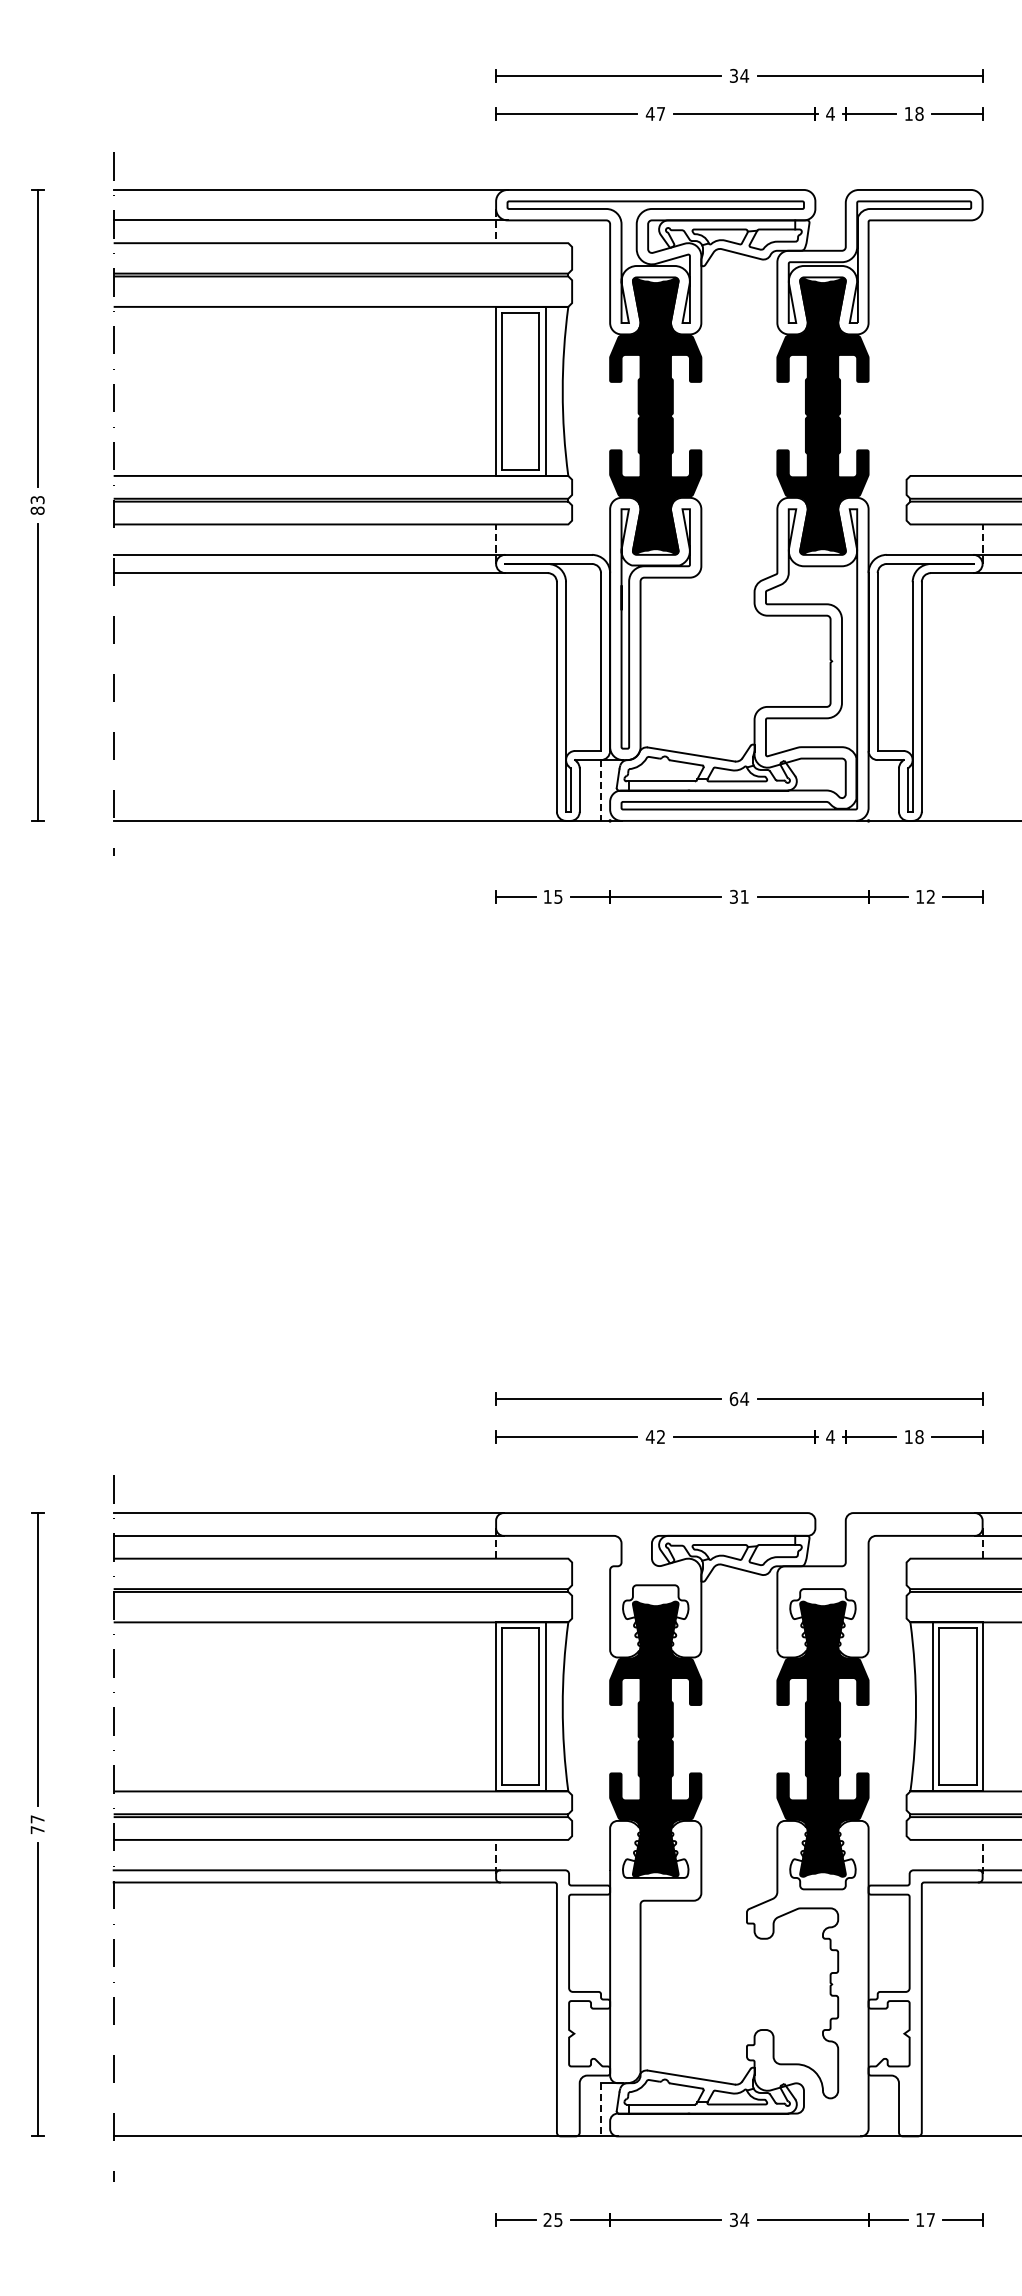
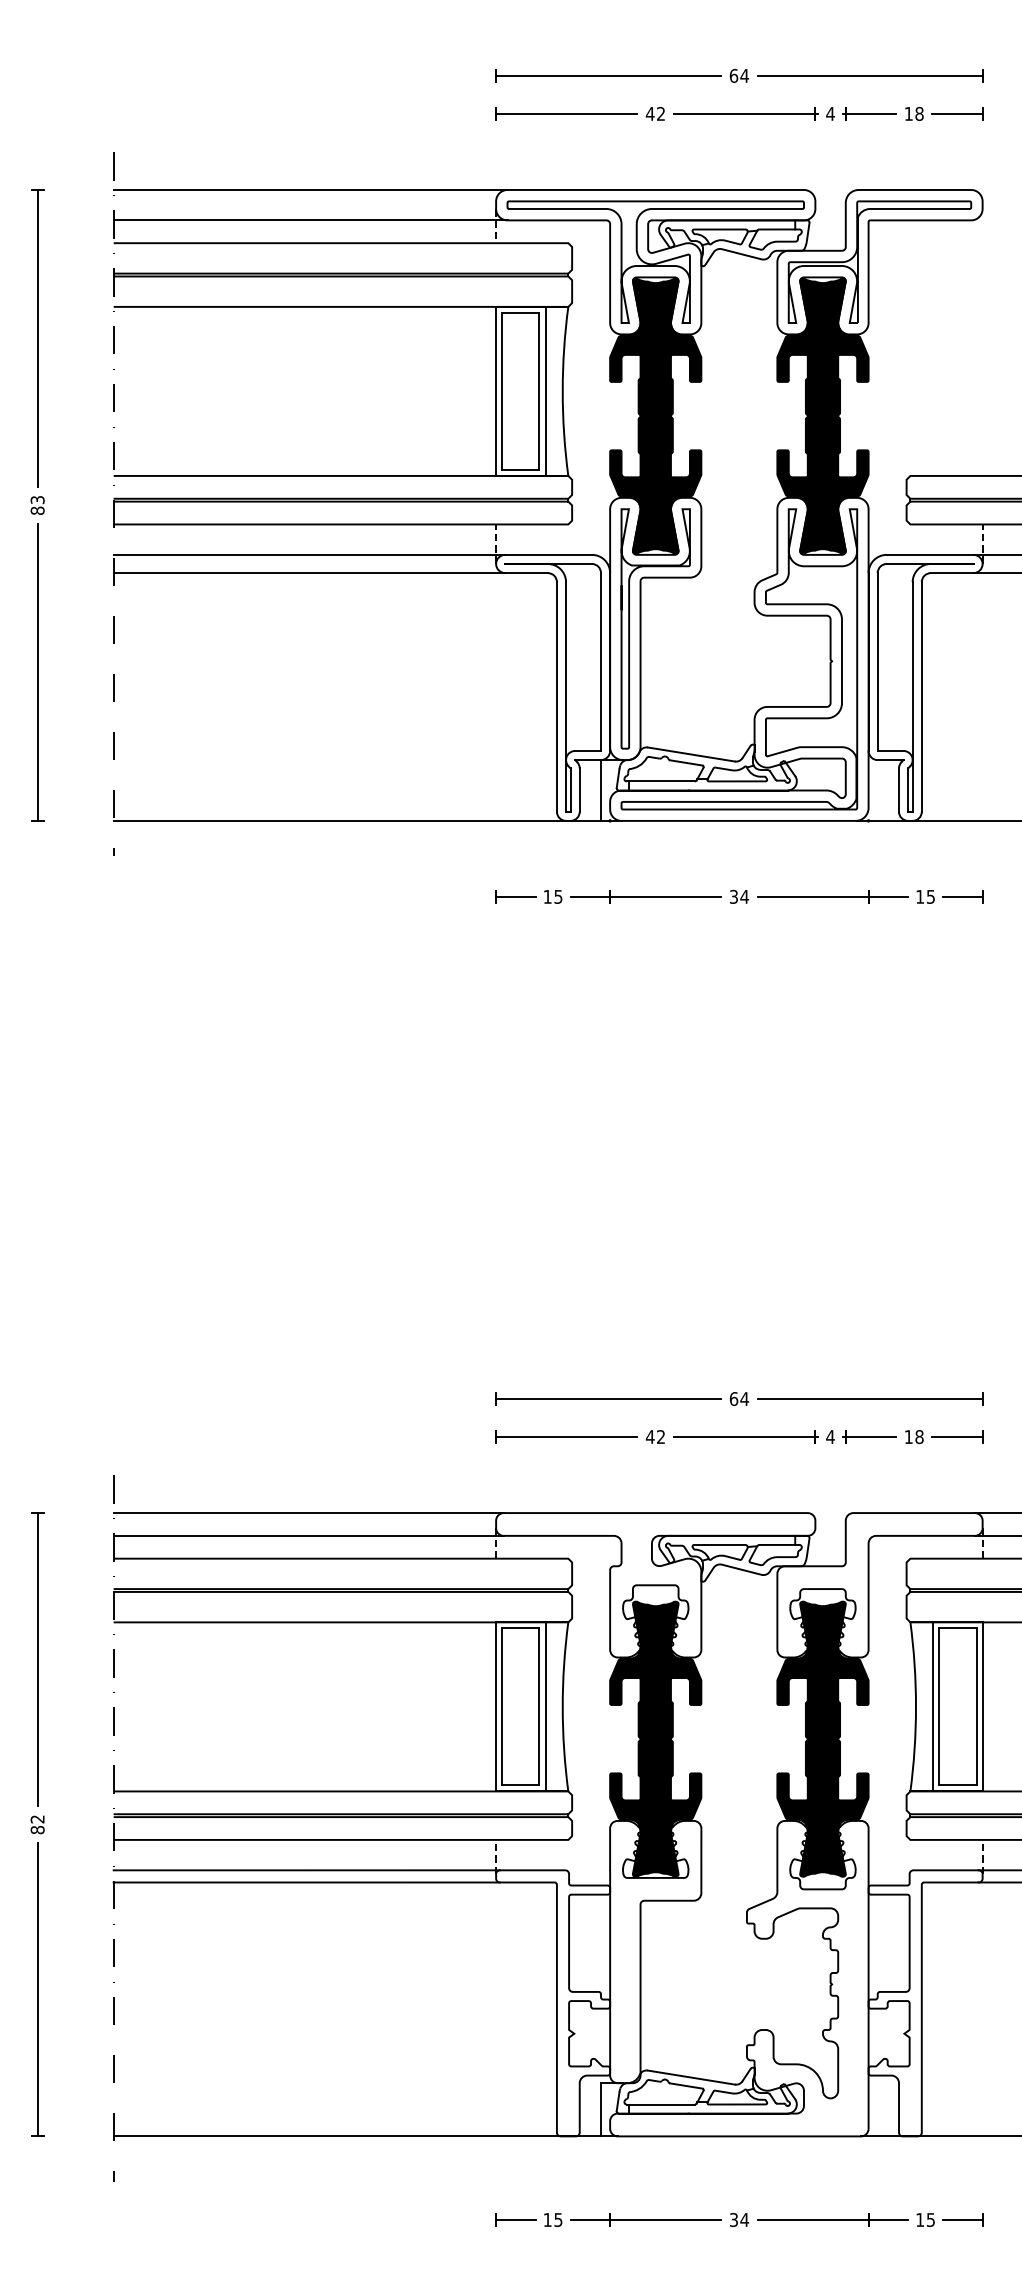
text at (733, 75): 34 -> 64
text at (660, 113): 47 -> 42
line at (601, 791): dashed -> solid
text at (744, 896): 31 -> 34
text at (930, 896): 12 -> 15
text at (37, 1824): 77 -> 82
line at (601, 2109): dashed -> solid
text at (547, 2219): 25 -> 15
text at (930, 2219): 17 -> 15
